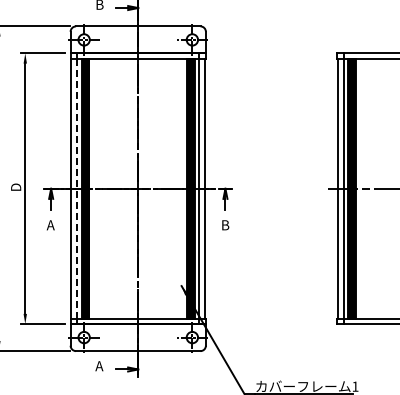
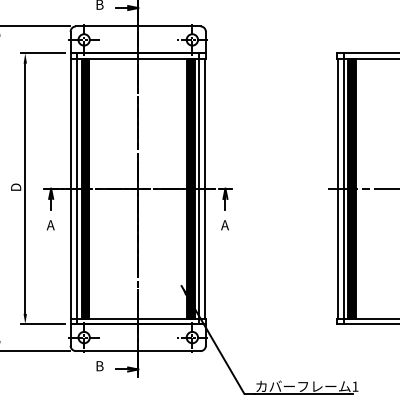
line at (77, 188): dashed -> solid
text at (225, 225): B -> A
text at (99, 366): A -> B
